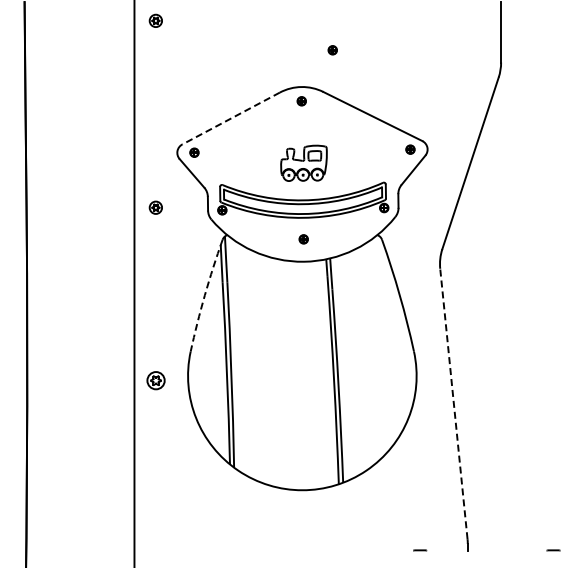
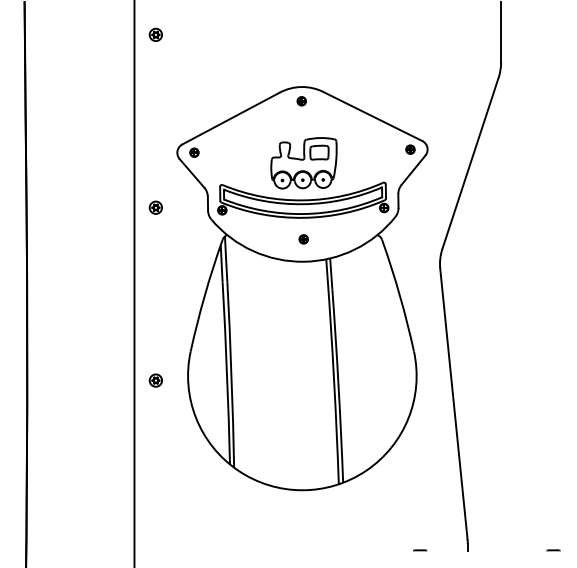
part at (155, 20) position: (155, 20) -> (155, 34)
part at (332, 50): present -> none
line at (230, 118): dashed -> solid
part at (303, 162) size: 48x38 px -> 68x53 px
arc at (204, 295): dashed -> solid
part at (155, 380) size: 20x20 px -> 15x15 px
line at (453, 403): dashed -> solid
